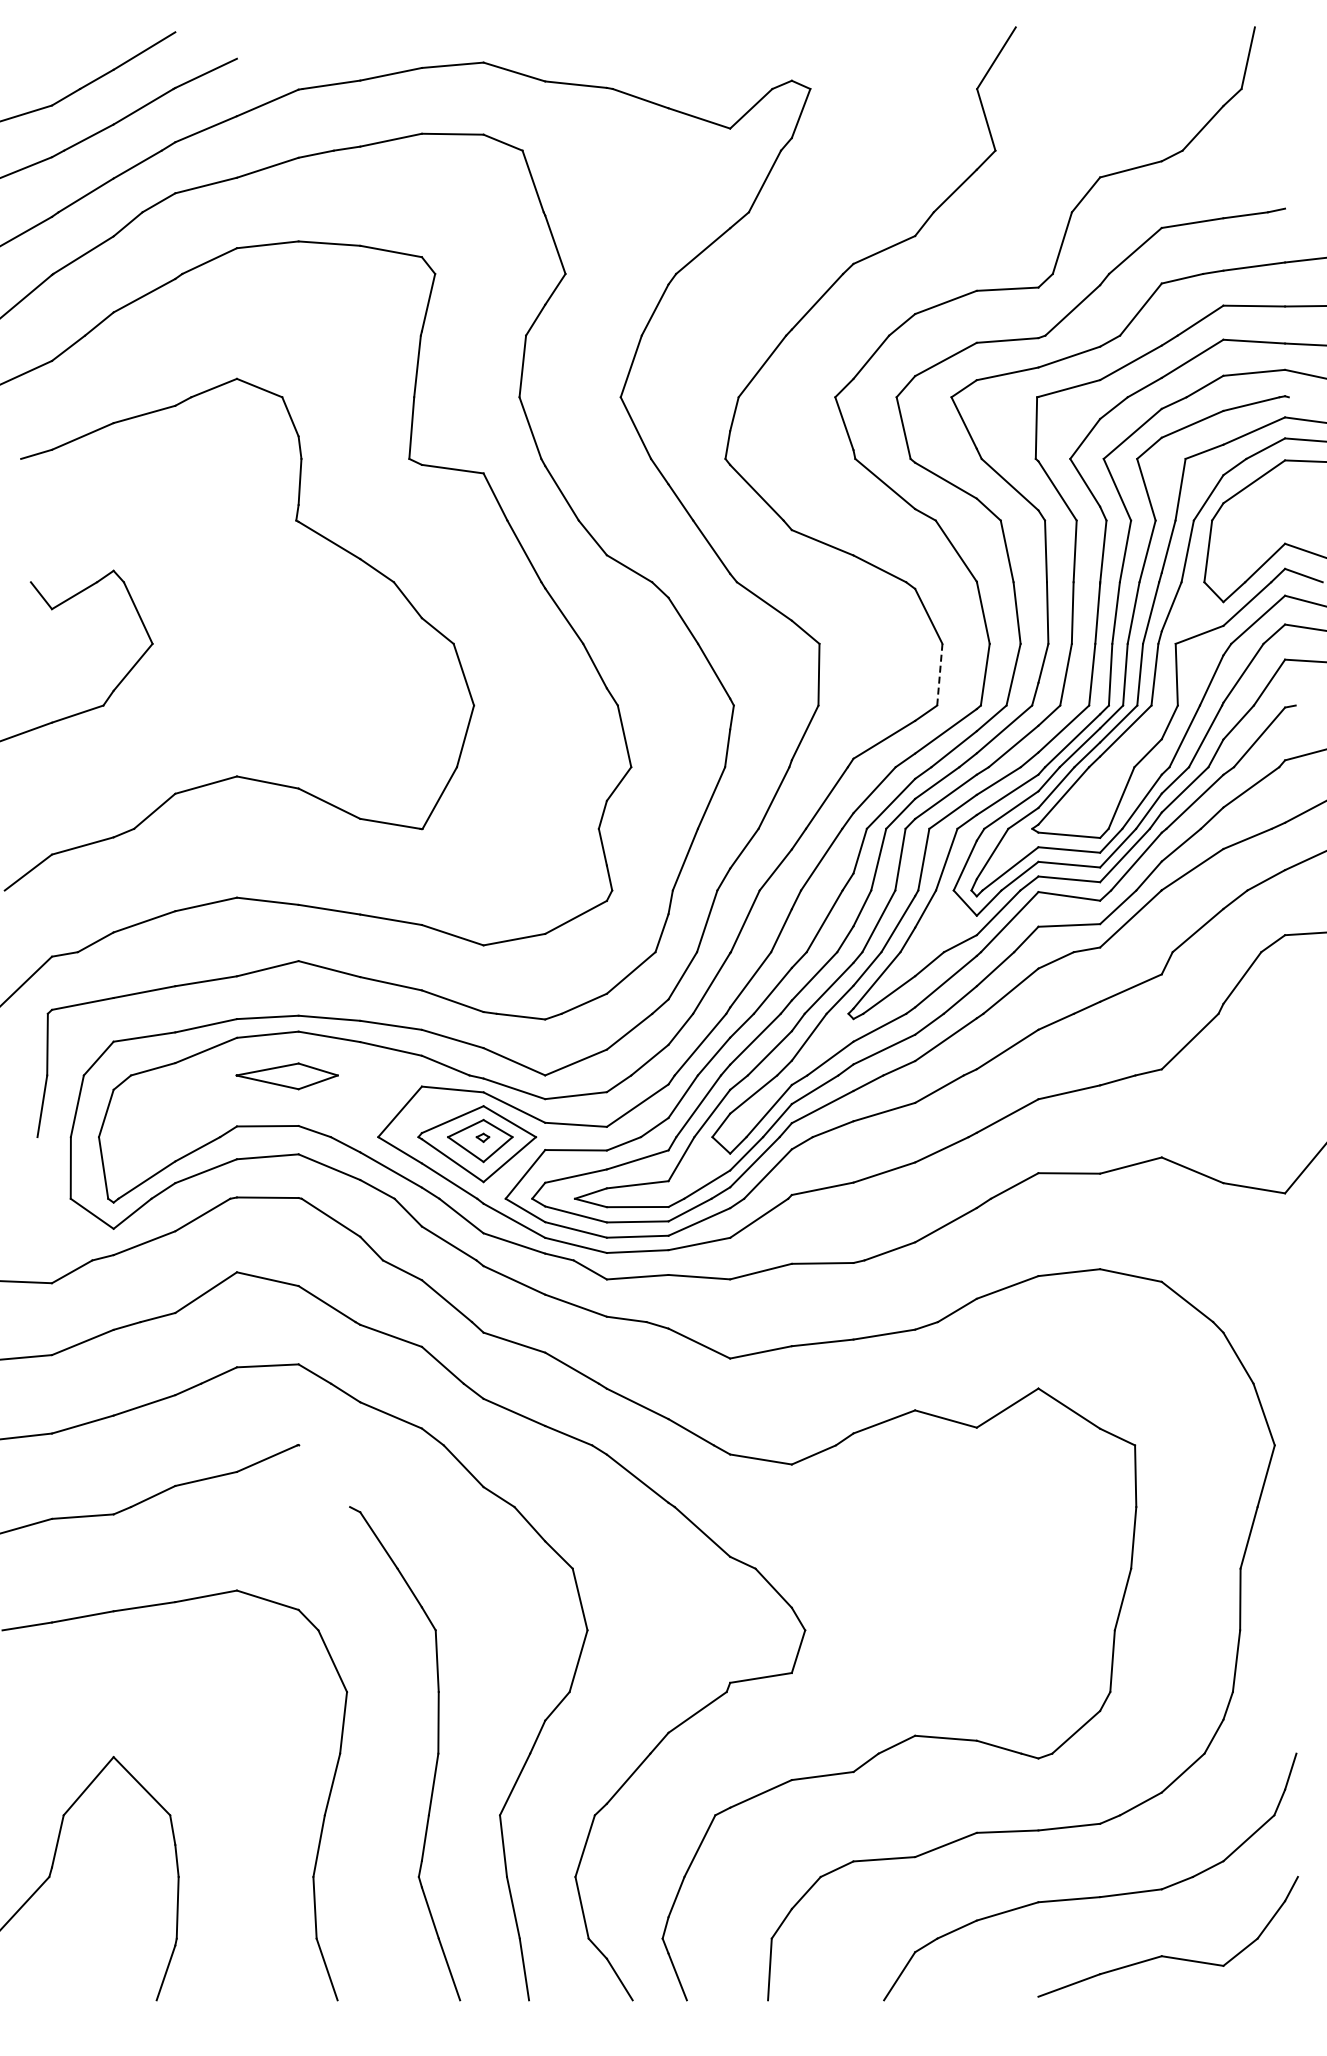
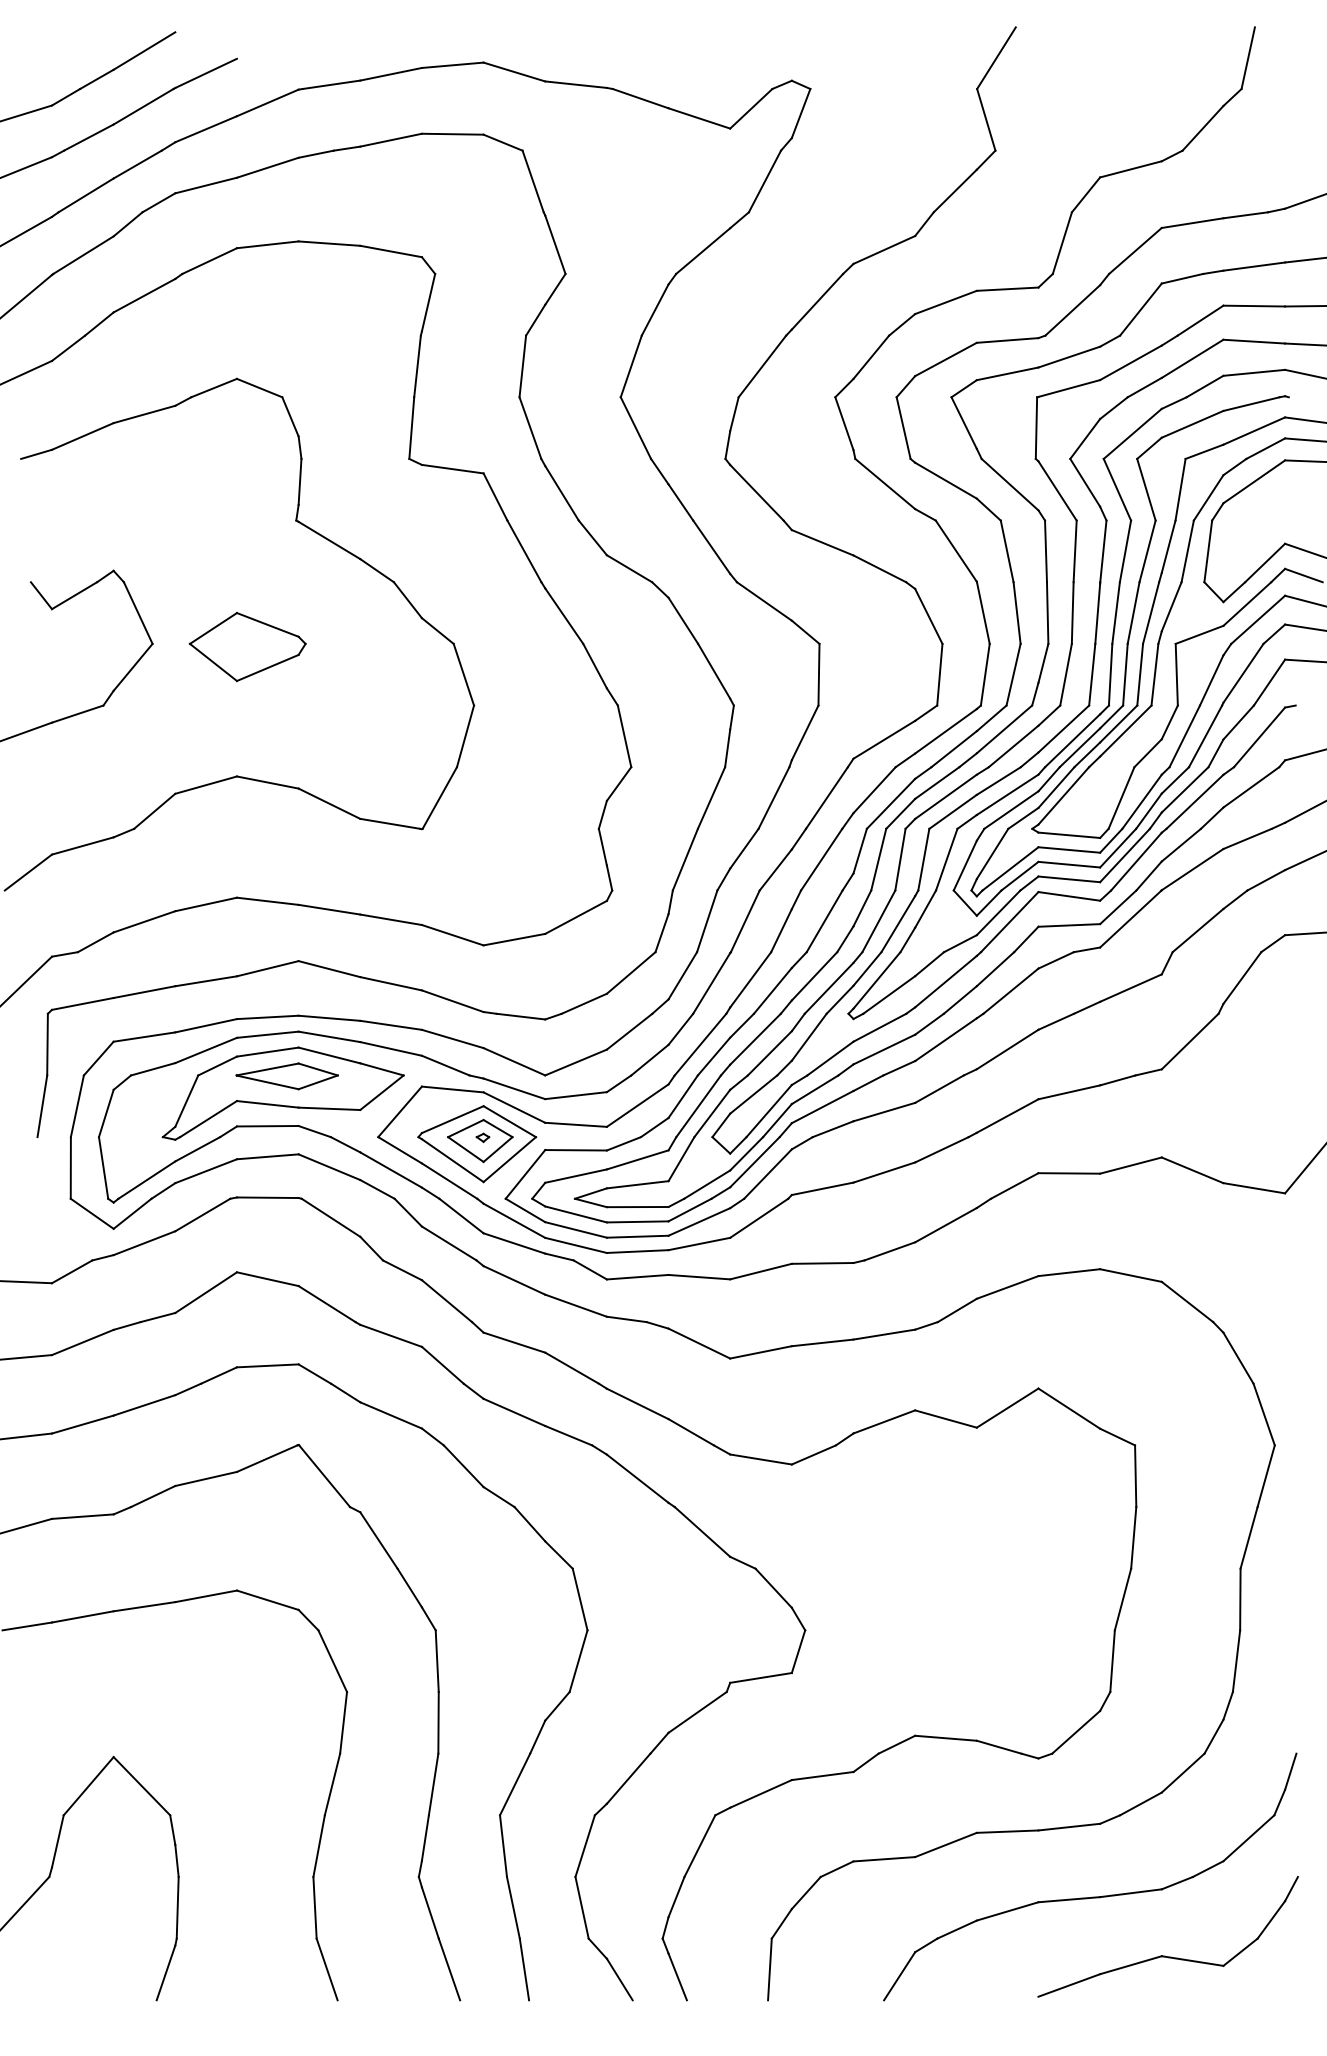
line at (1304, 201): none -> present
part at (247, 647): none -> present
line at (939, 674): dashed -> solid
part at (282, 1093): none -> present
line at (324, 1476): none -> present
